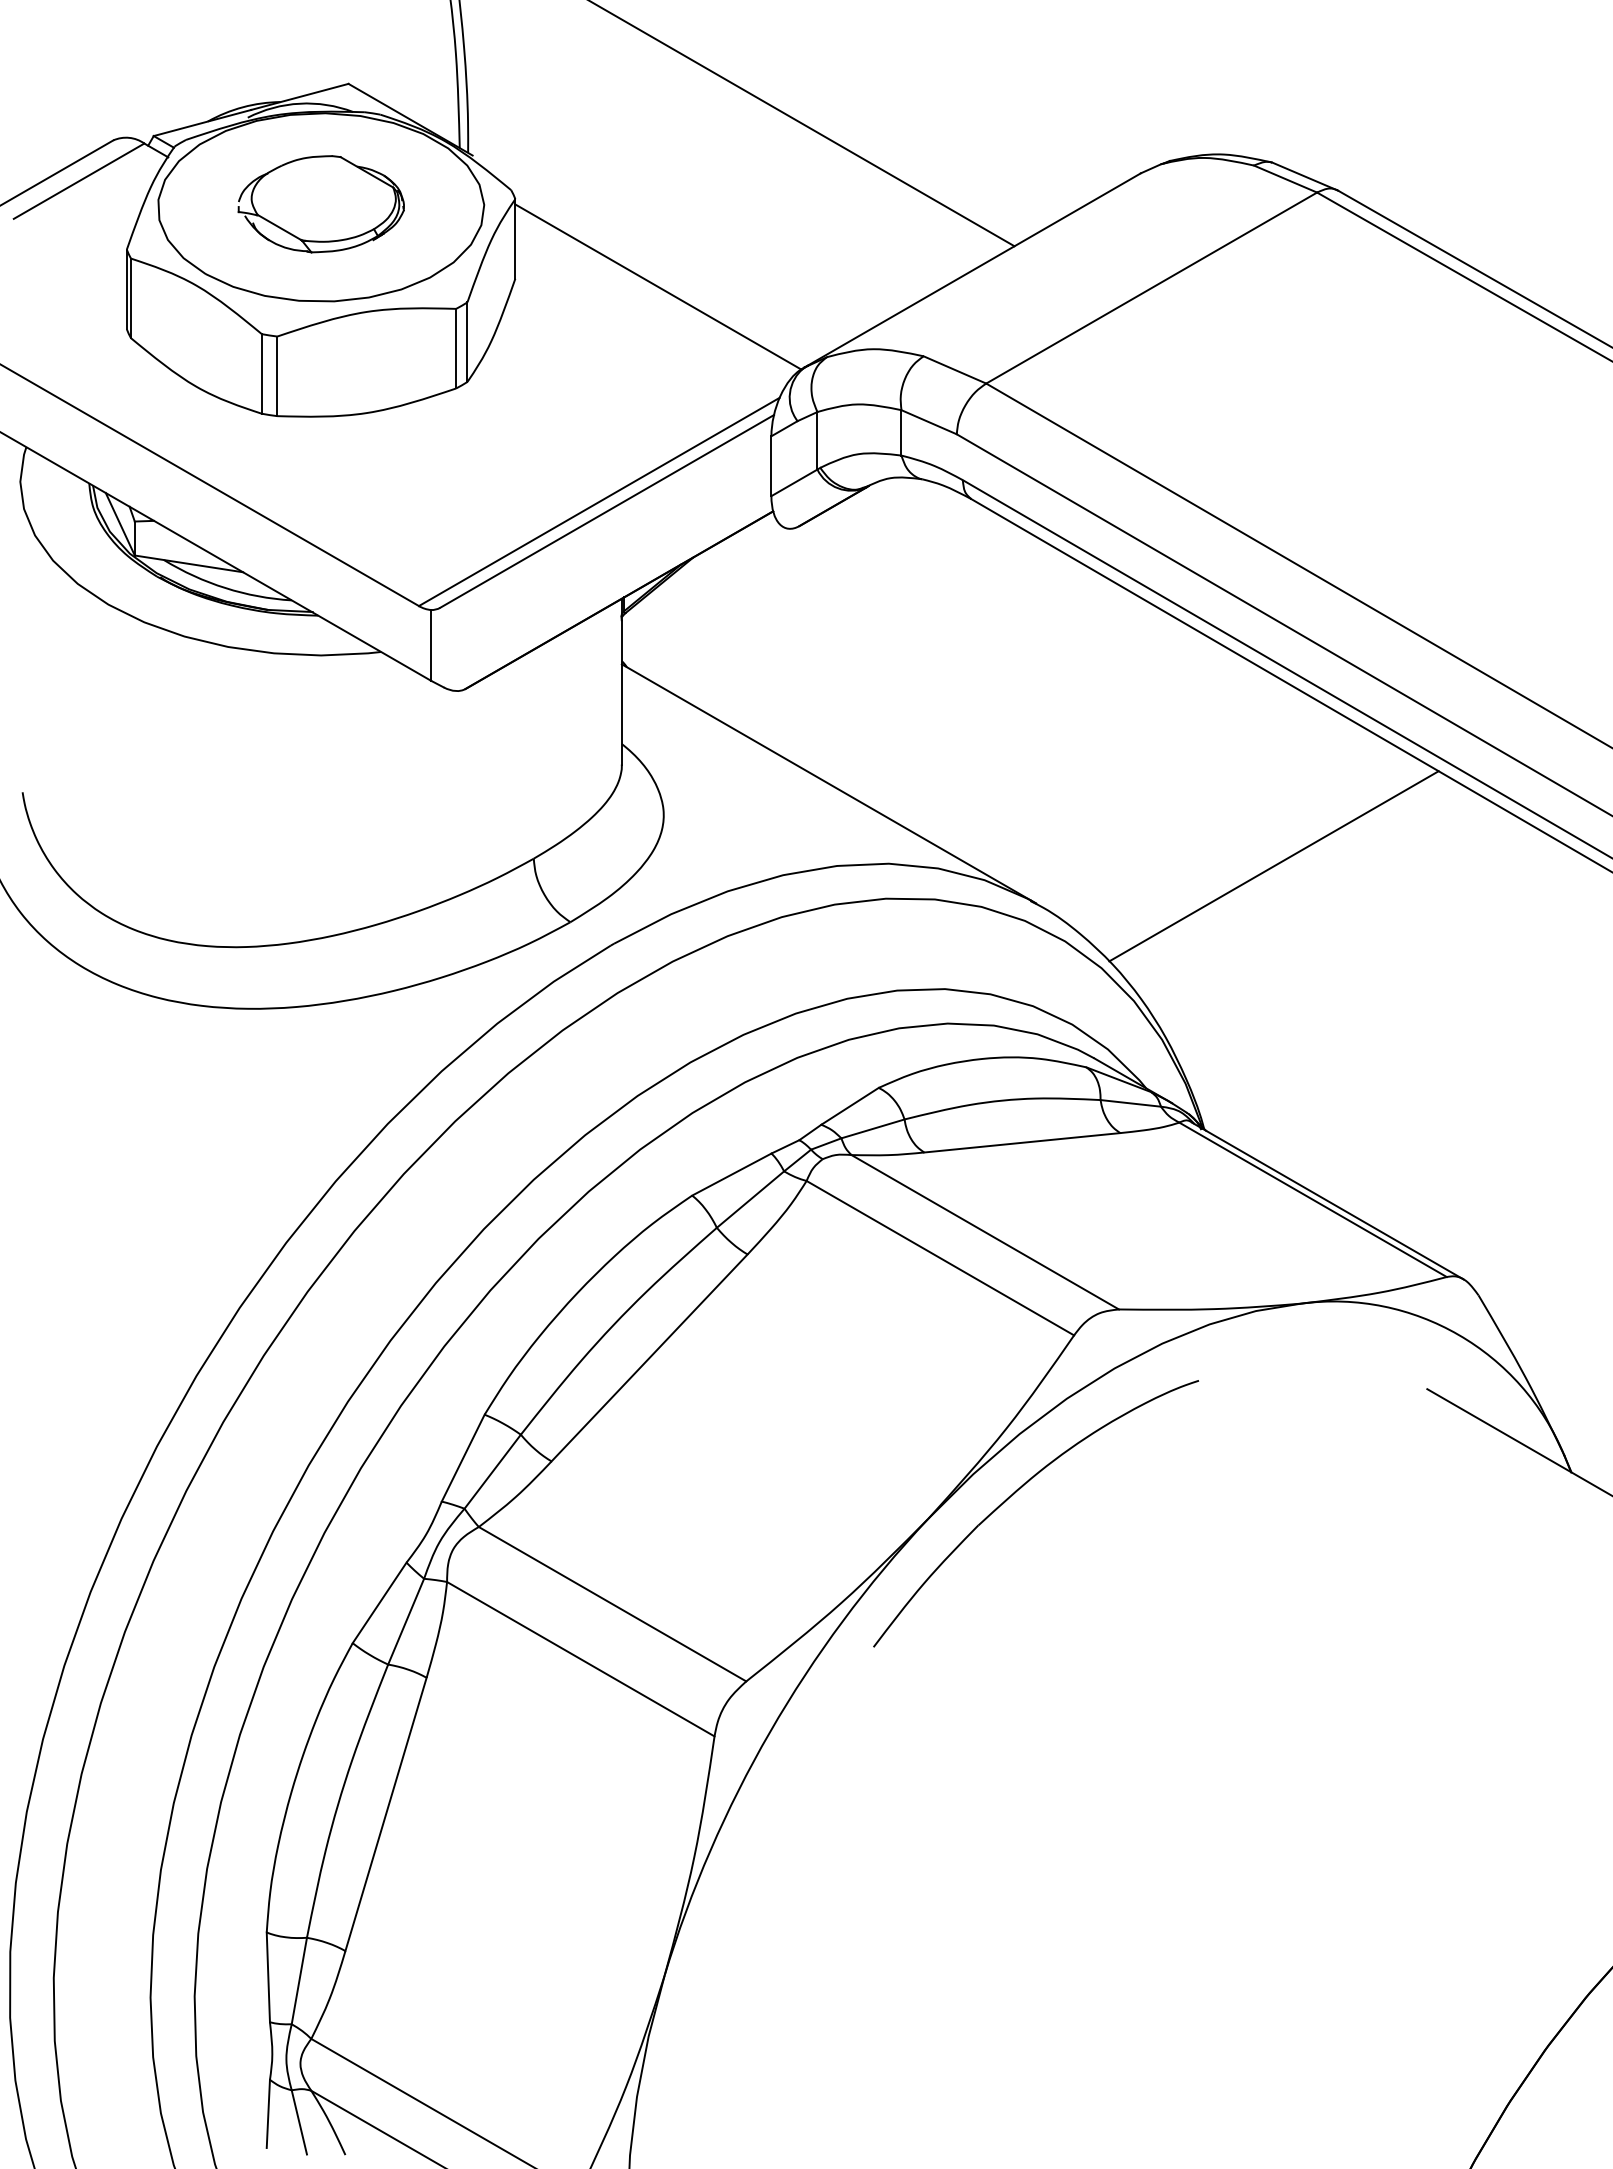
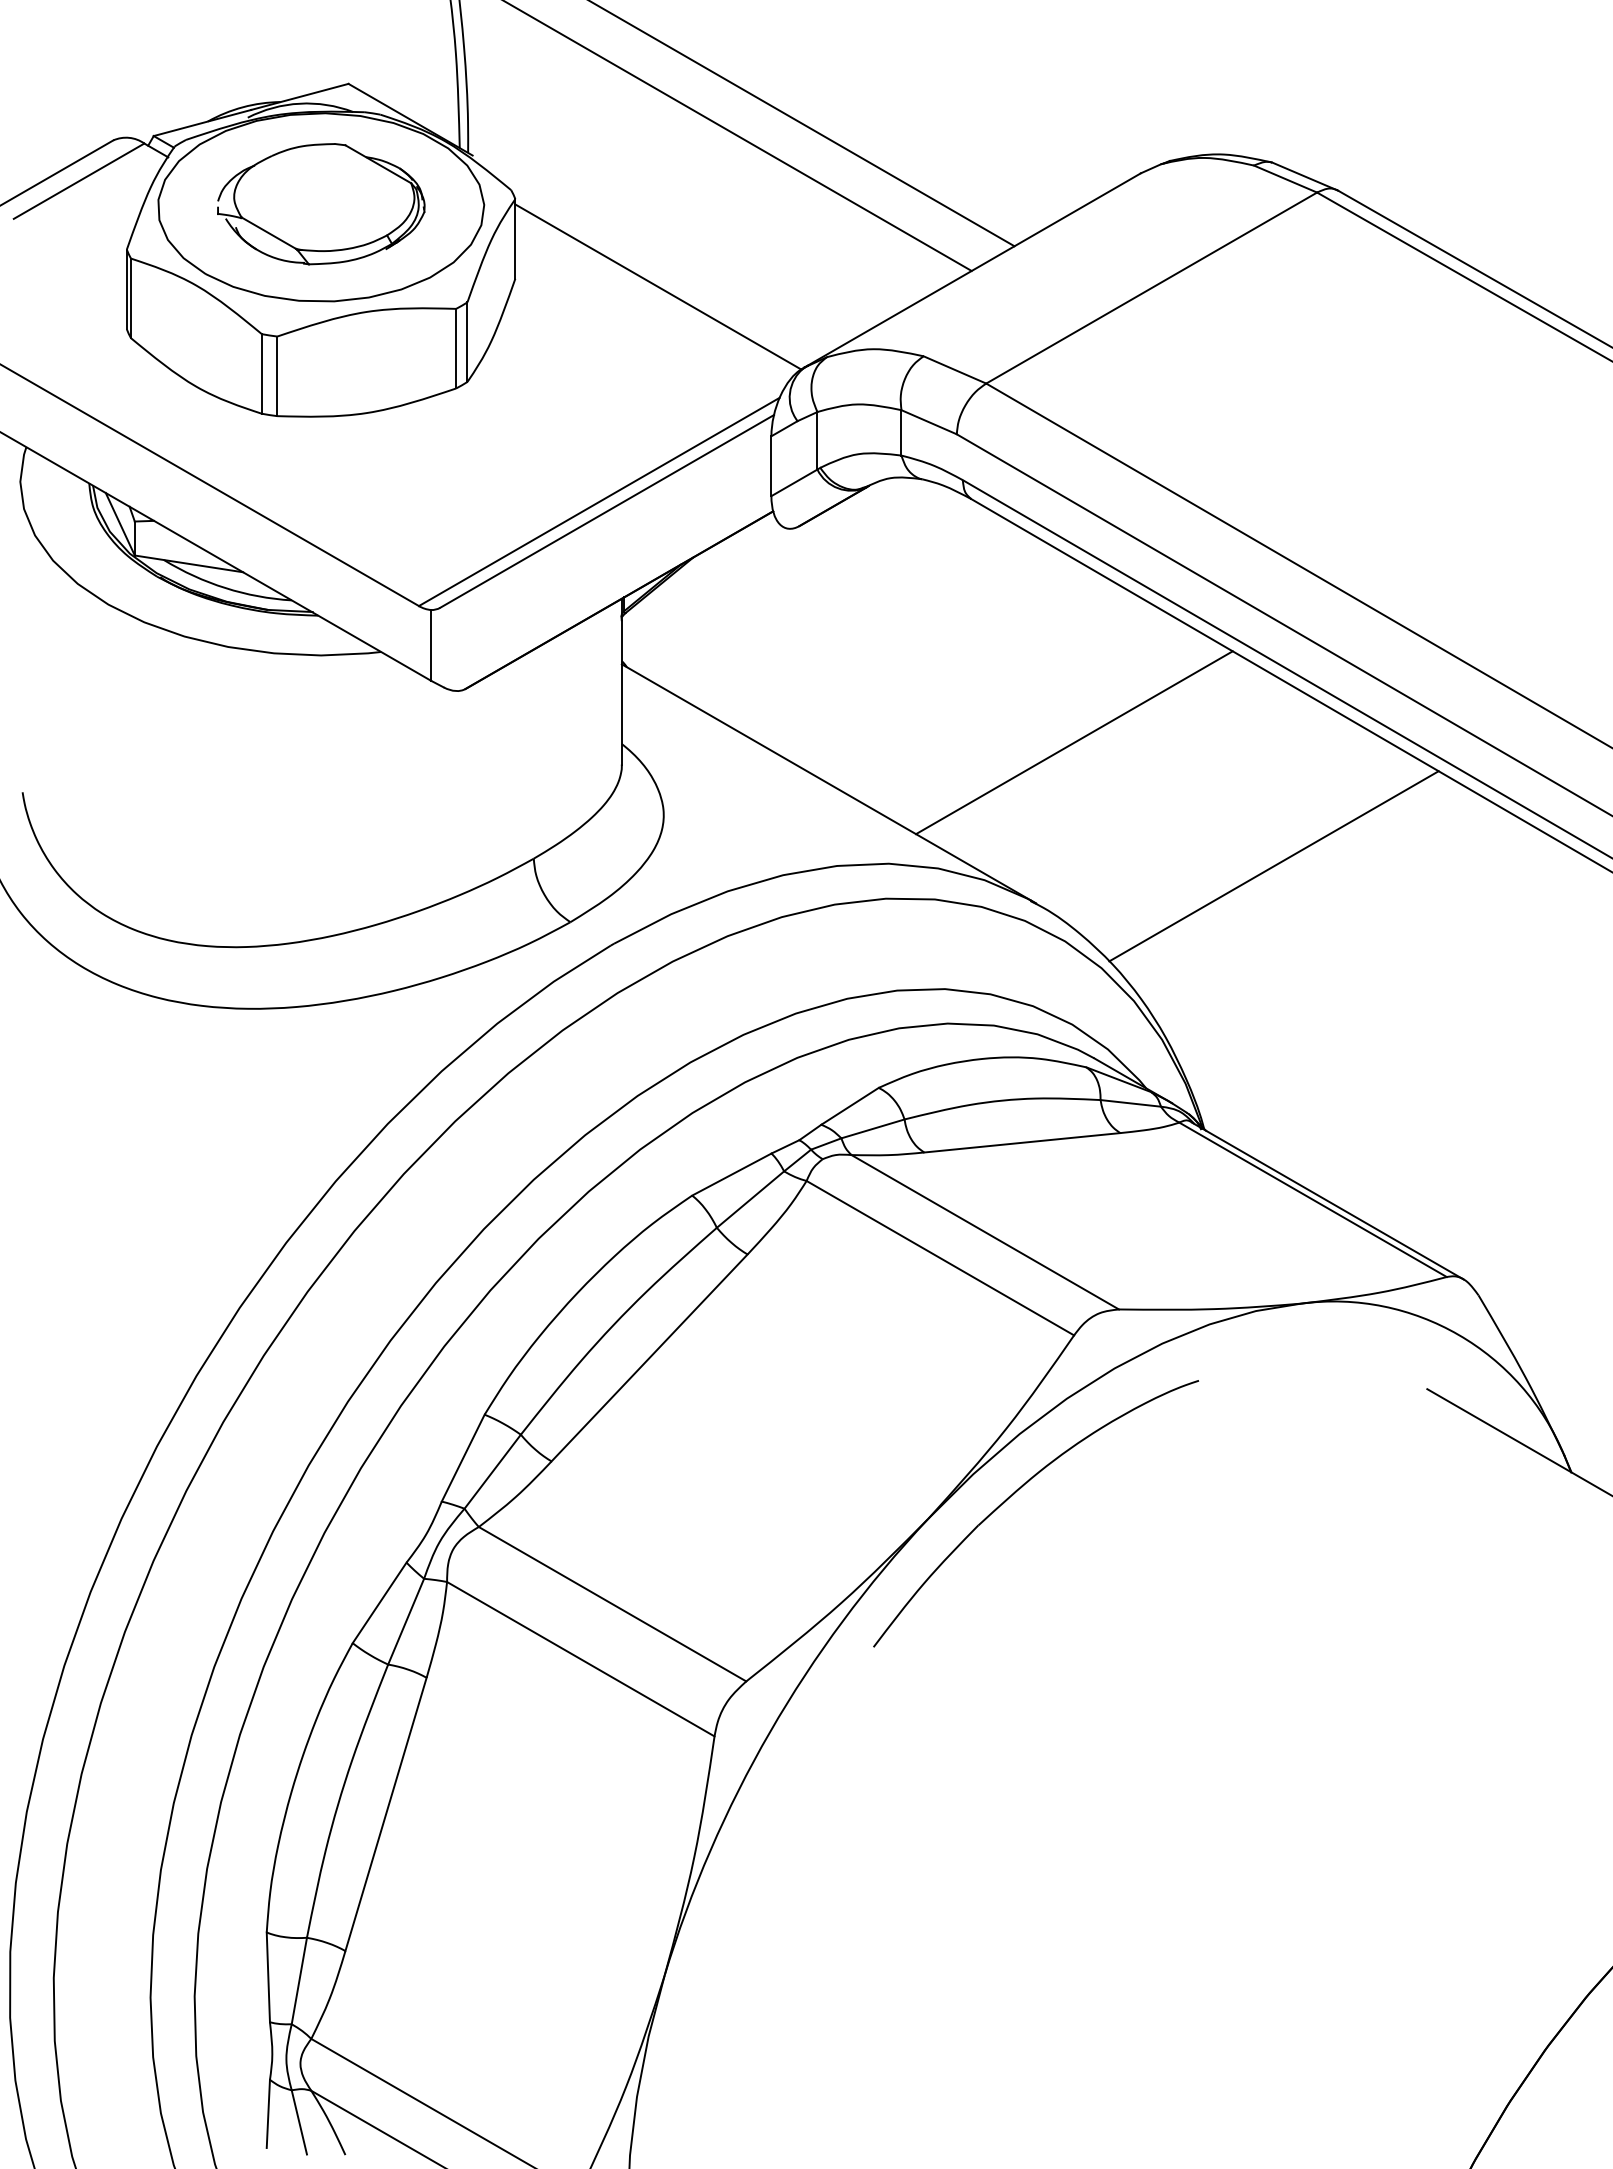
line at (738, 136): none -> present
part at (320, 204) size: 168x99 px -> 209x123 px
line at (1074, 742): none -> present
